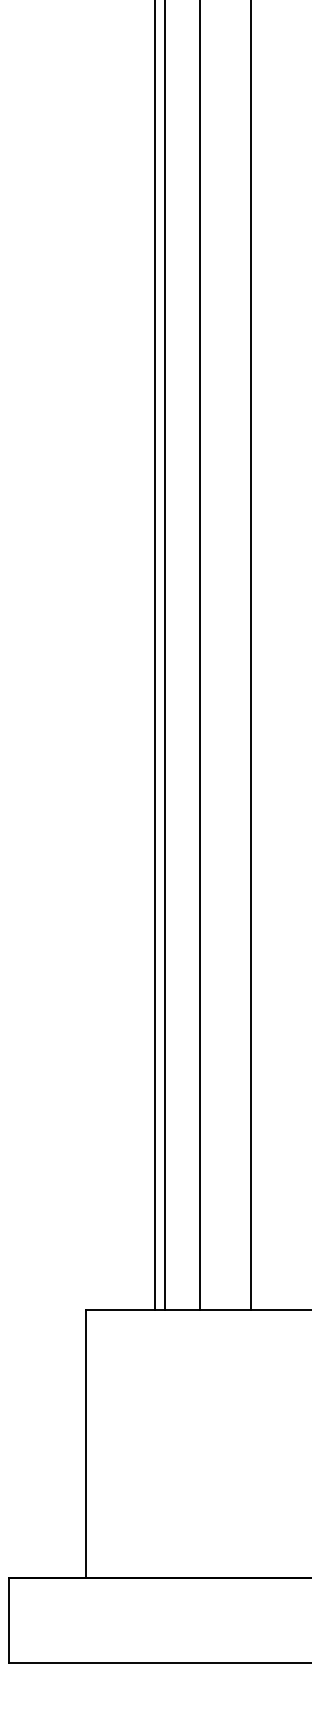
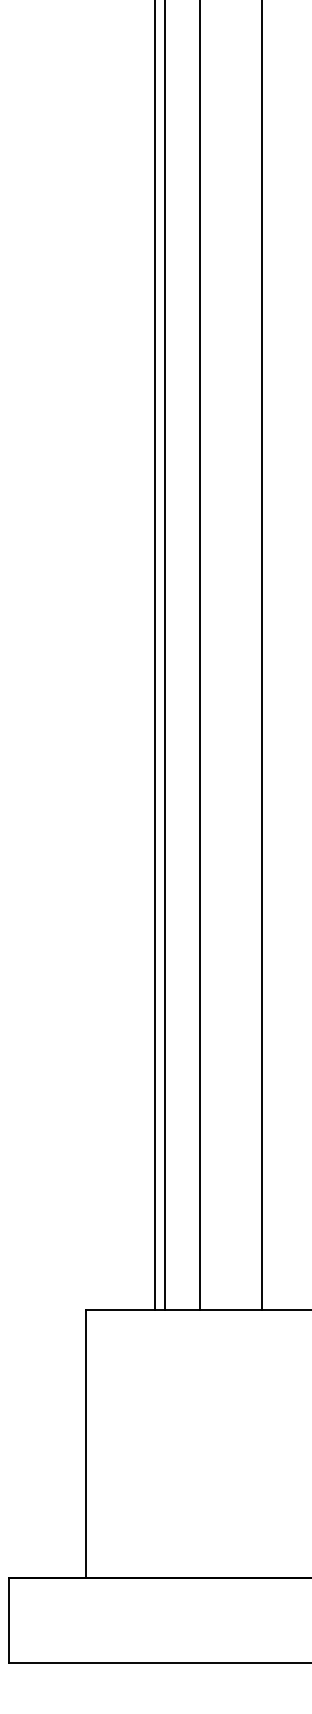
line at (251, 656) position: (251, 656) -> (262, 656)
